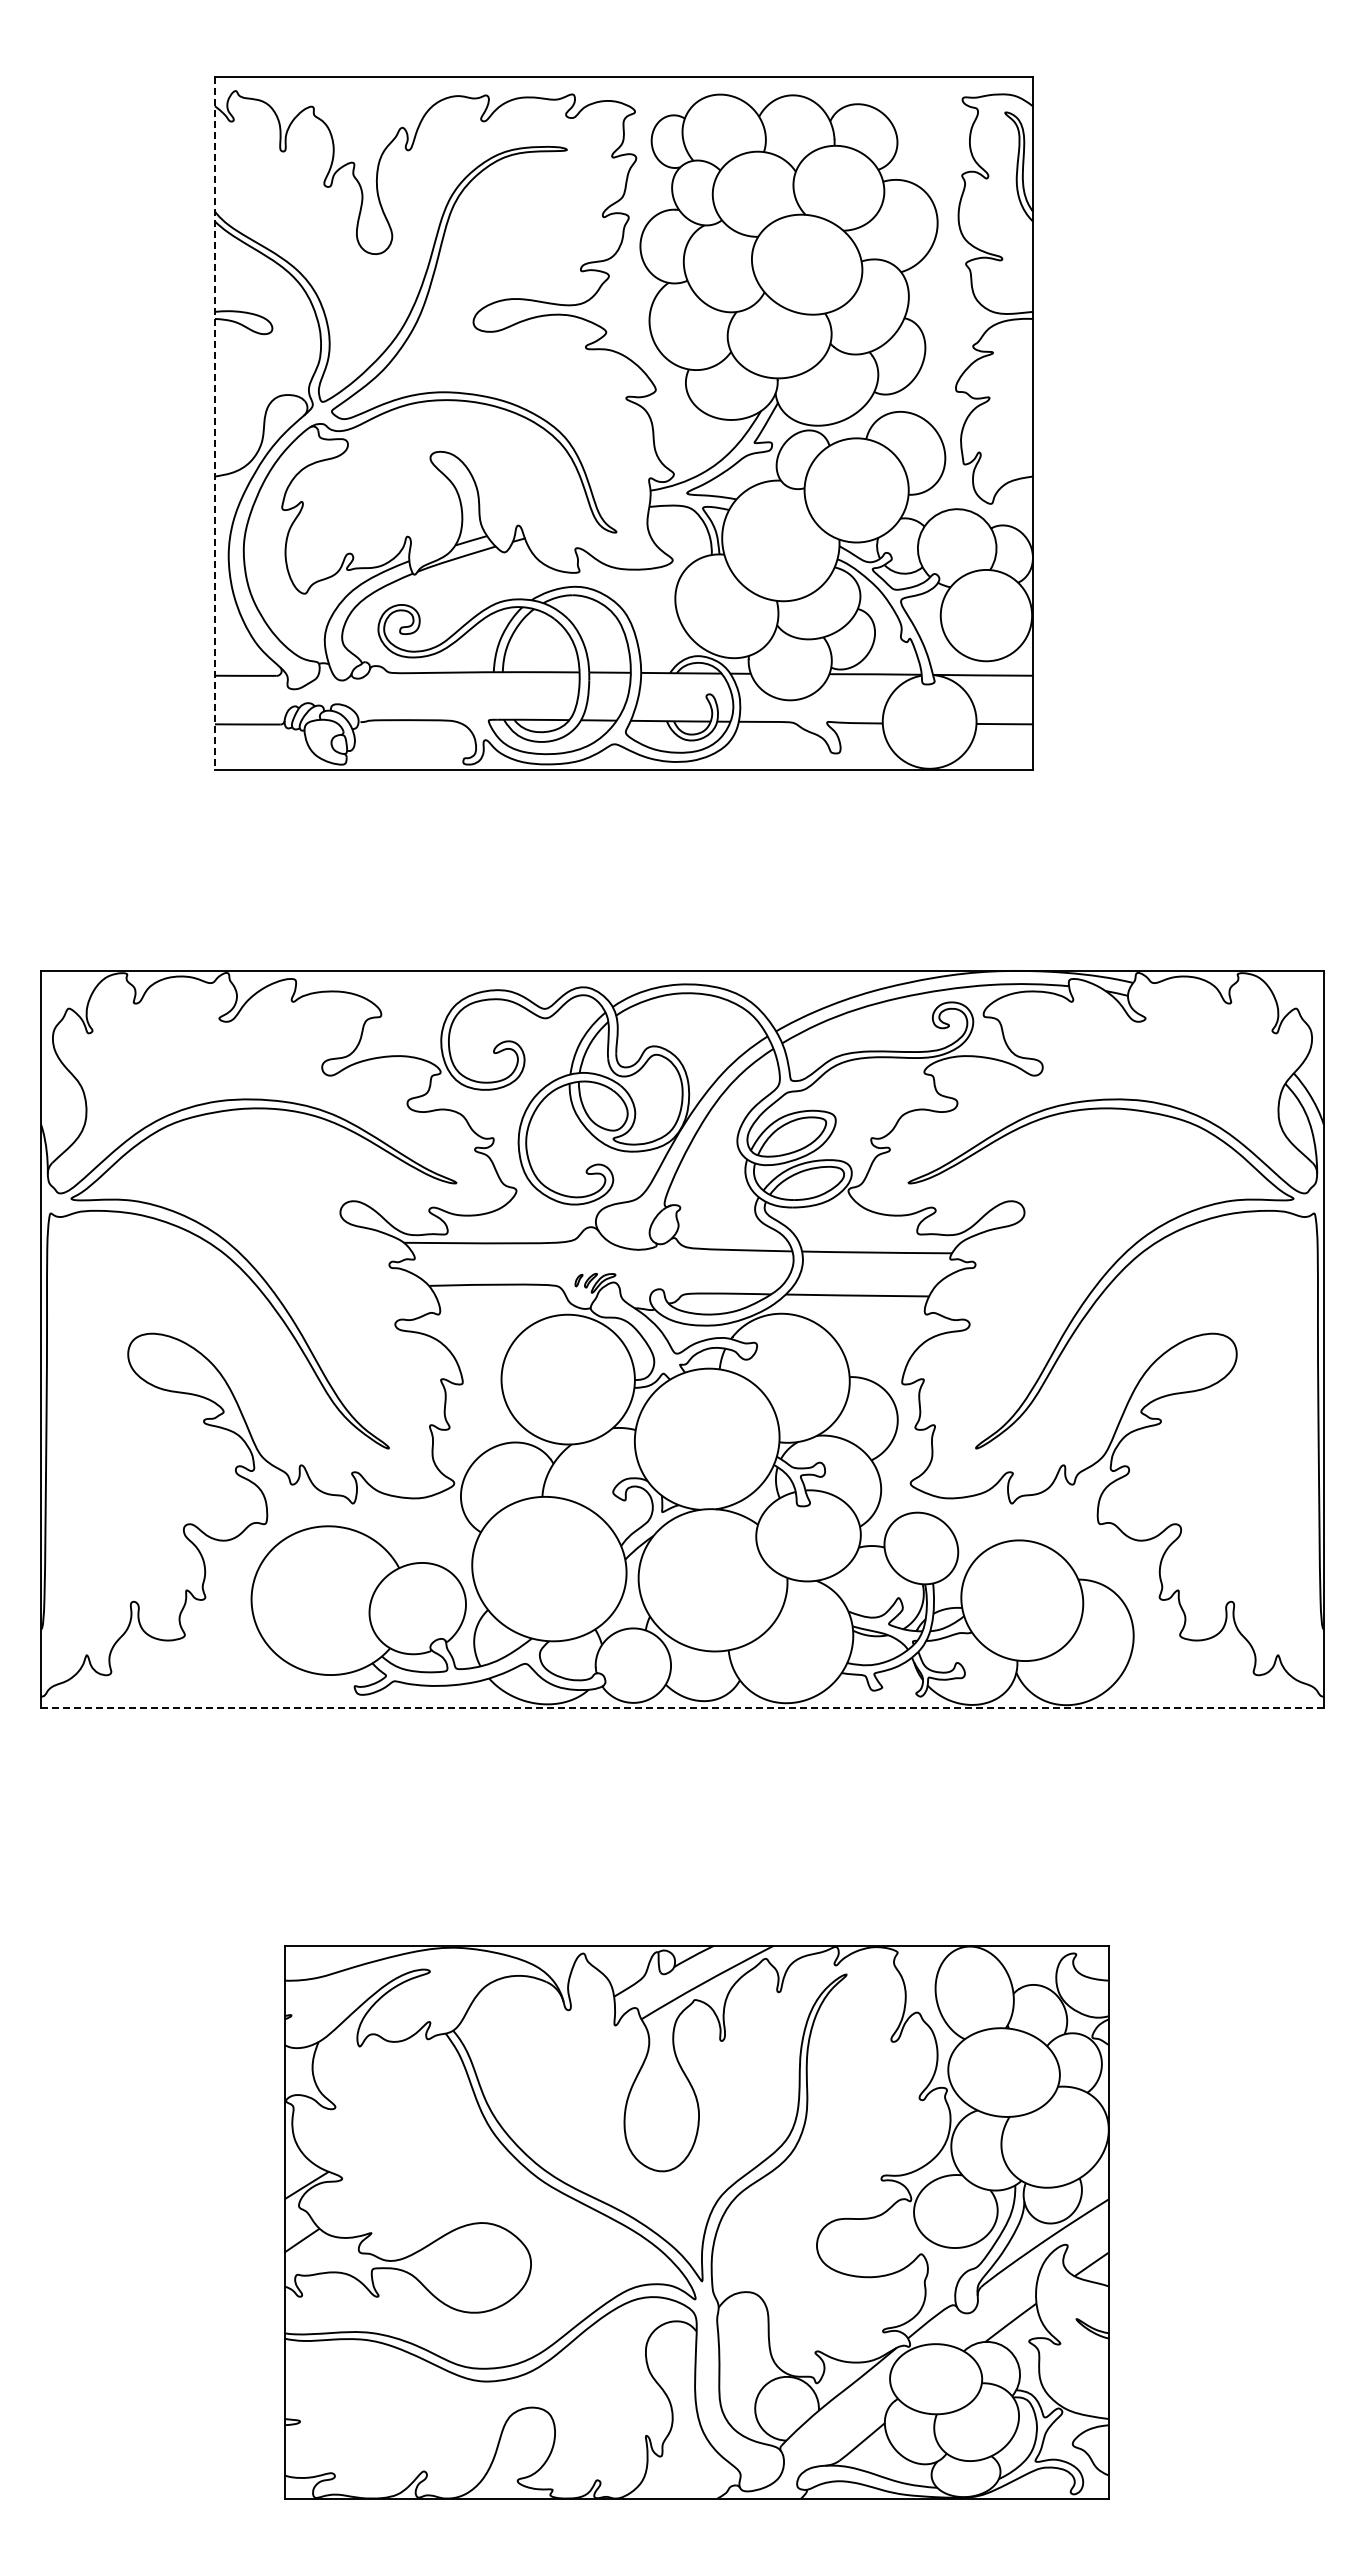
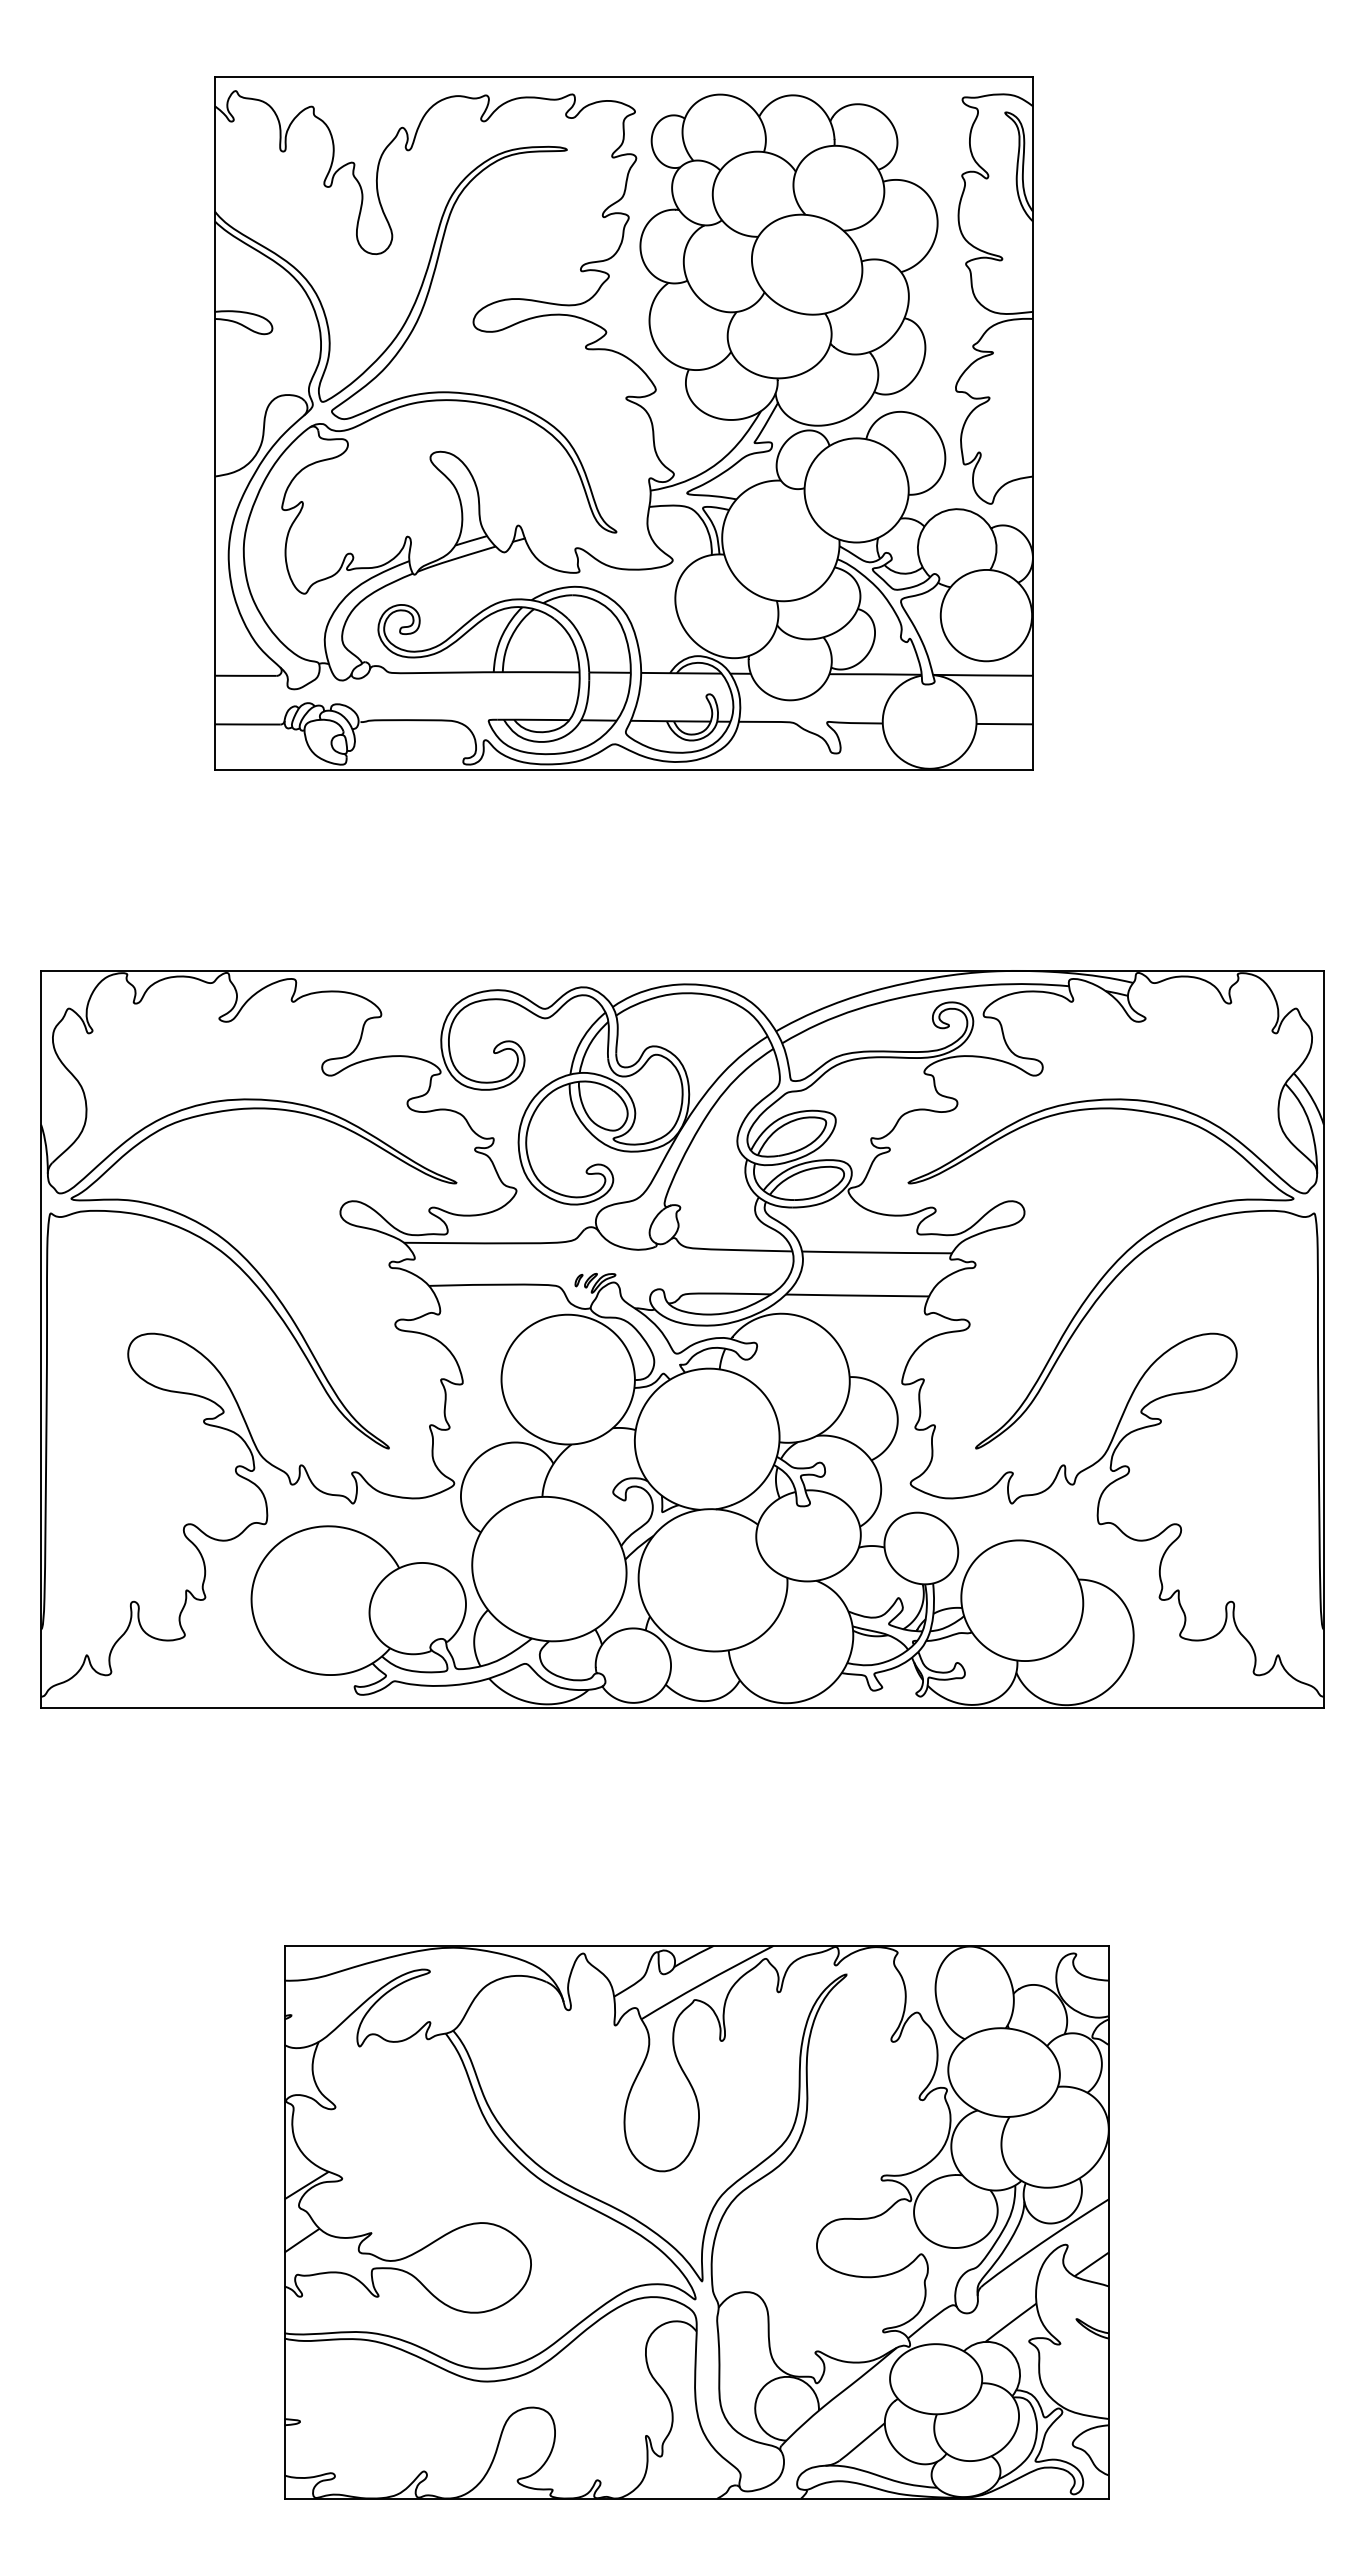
line at (214, 424): dashed -> solid
line at (682, 1707): dashed -> solid
